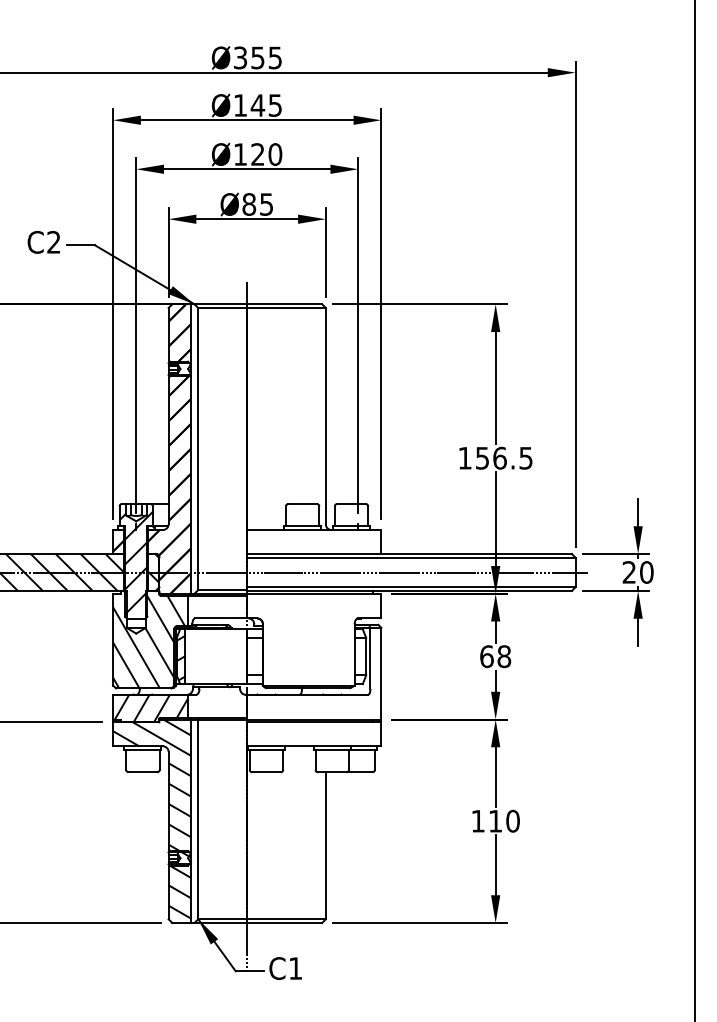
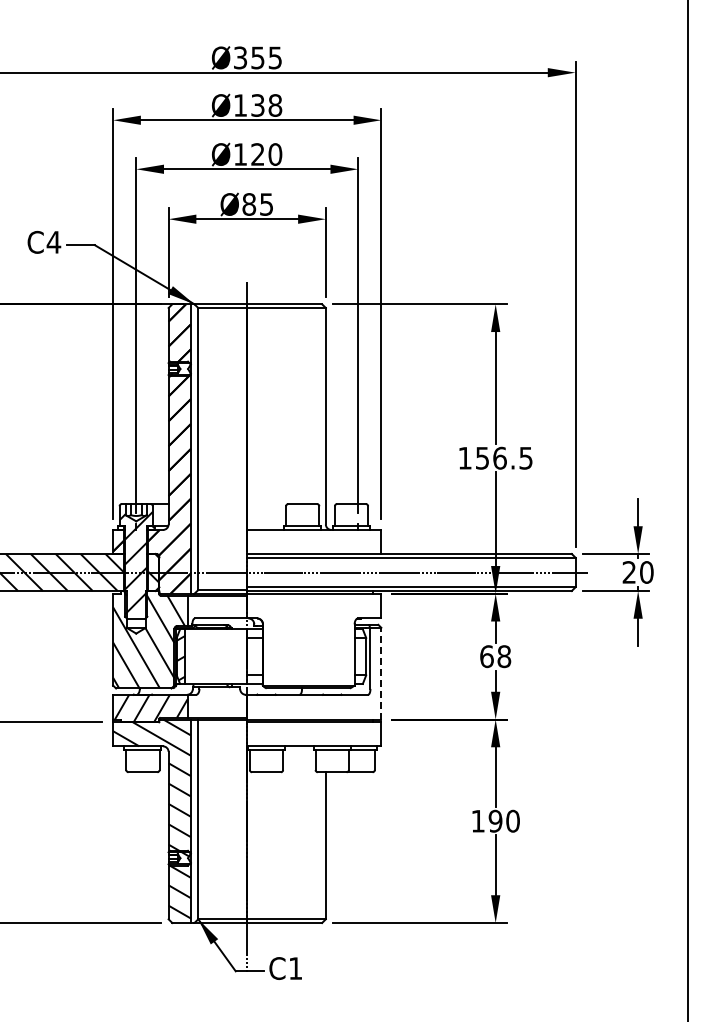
text at (266, 105): Ø145 -> Ø138
text at (53, 241): C2 -> C4
line at (695, 510) position: (695, 510) -> (688, 510)
line at (381, 673): solid -> dashed
text at (495, 820): 110 -> 190
